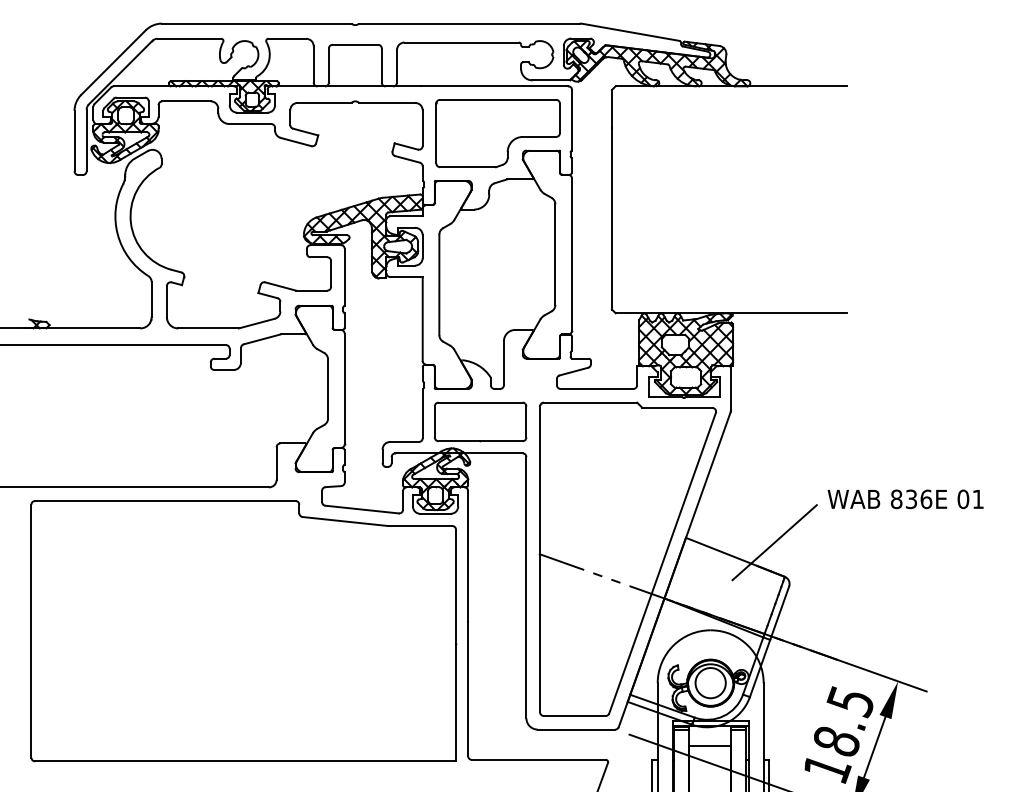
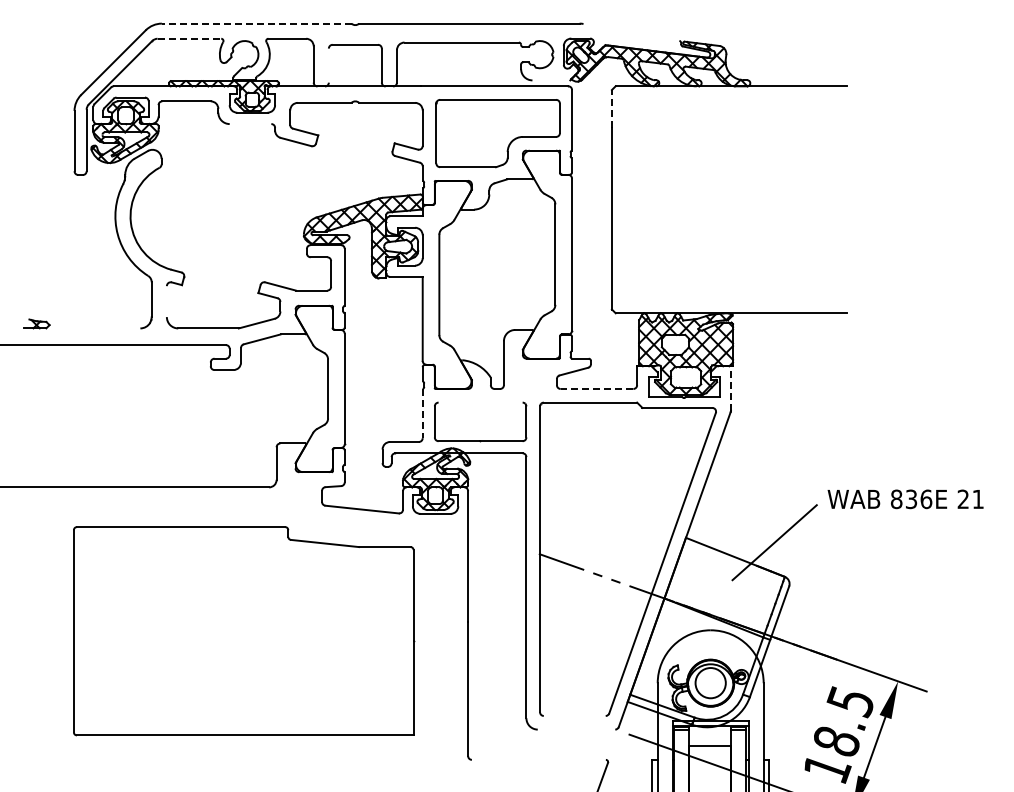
line at (256, 23): solid -> dashed
line at (631, 31): present -> none
line at (189, 38): solid -> dashed
line at (328, 65): present -> none
line at (551, 80): present -> none
line at (611, 108): solid -> dashed
line at (250, 124): present -> none
line at (166, 301): present -> none
line at (71, 328): present -> none
line at (731, 387): solid -> dashed
line at (596, 388): solid -> dashed
line at (480, 402): present -> none
line at (422, 413): solid -> dashed
text at (963, 499): 01 -> 21
part at (243, 631) size: 428x263 px -> 343x211 px
line at (574, 715): present -> none
line at (576, 729): present -> none
line at (538, 759): present -> none
